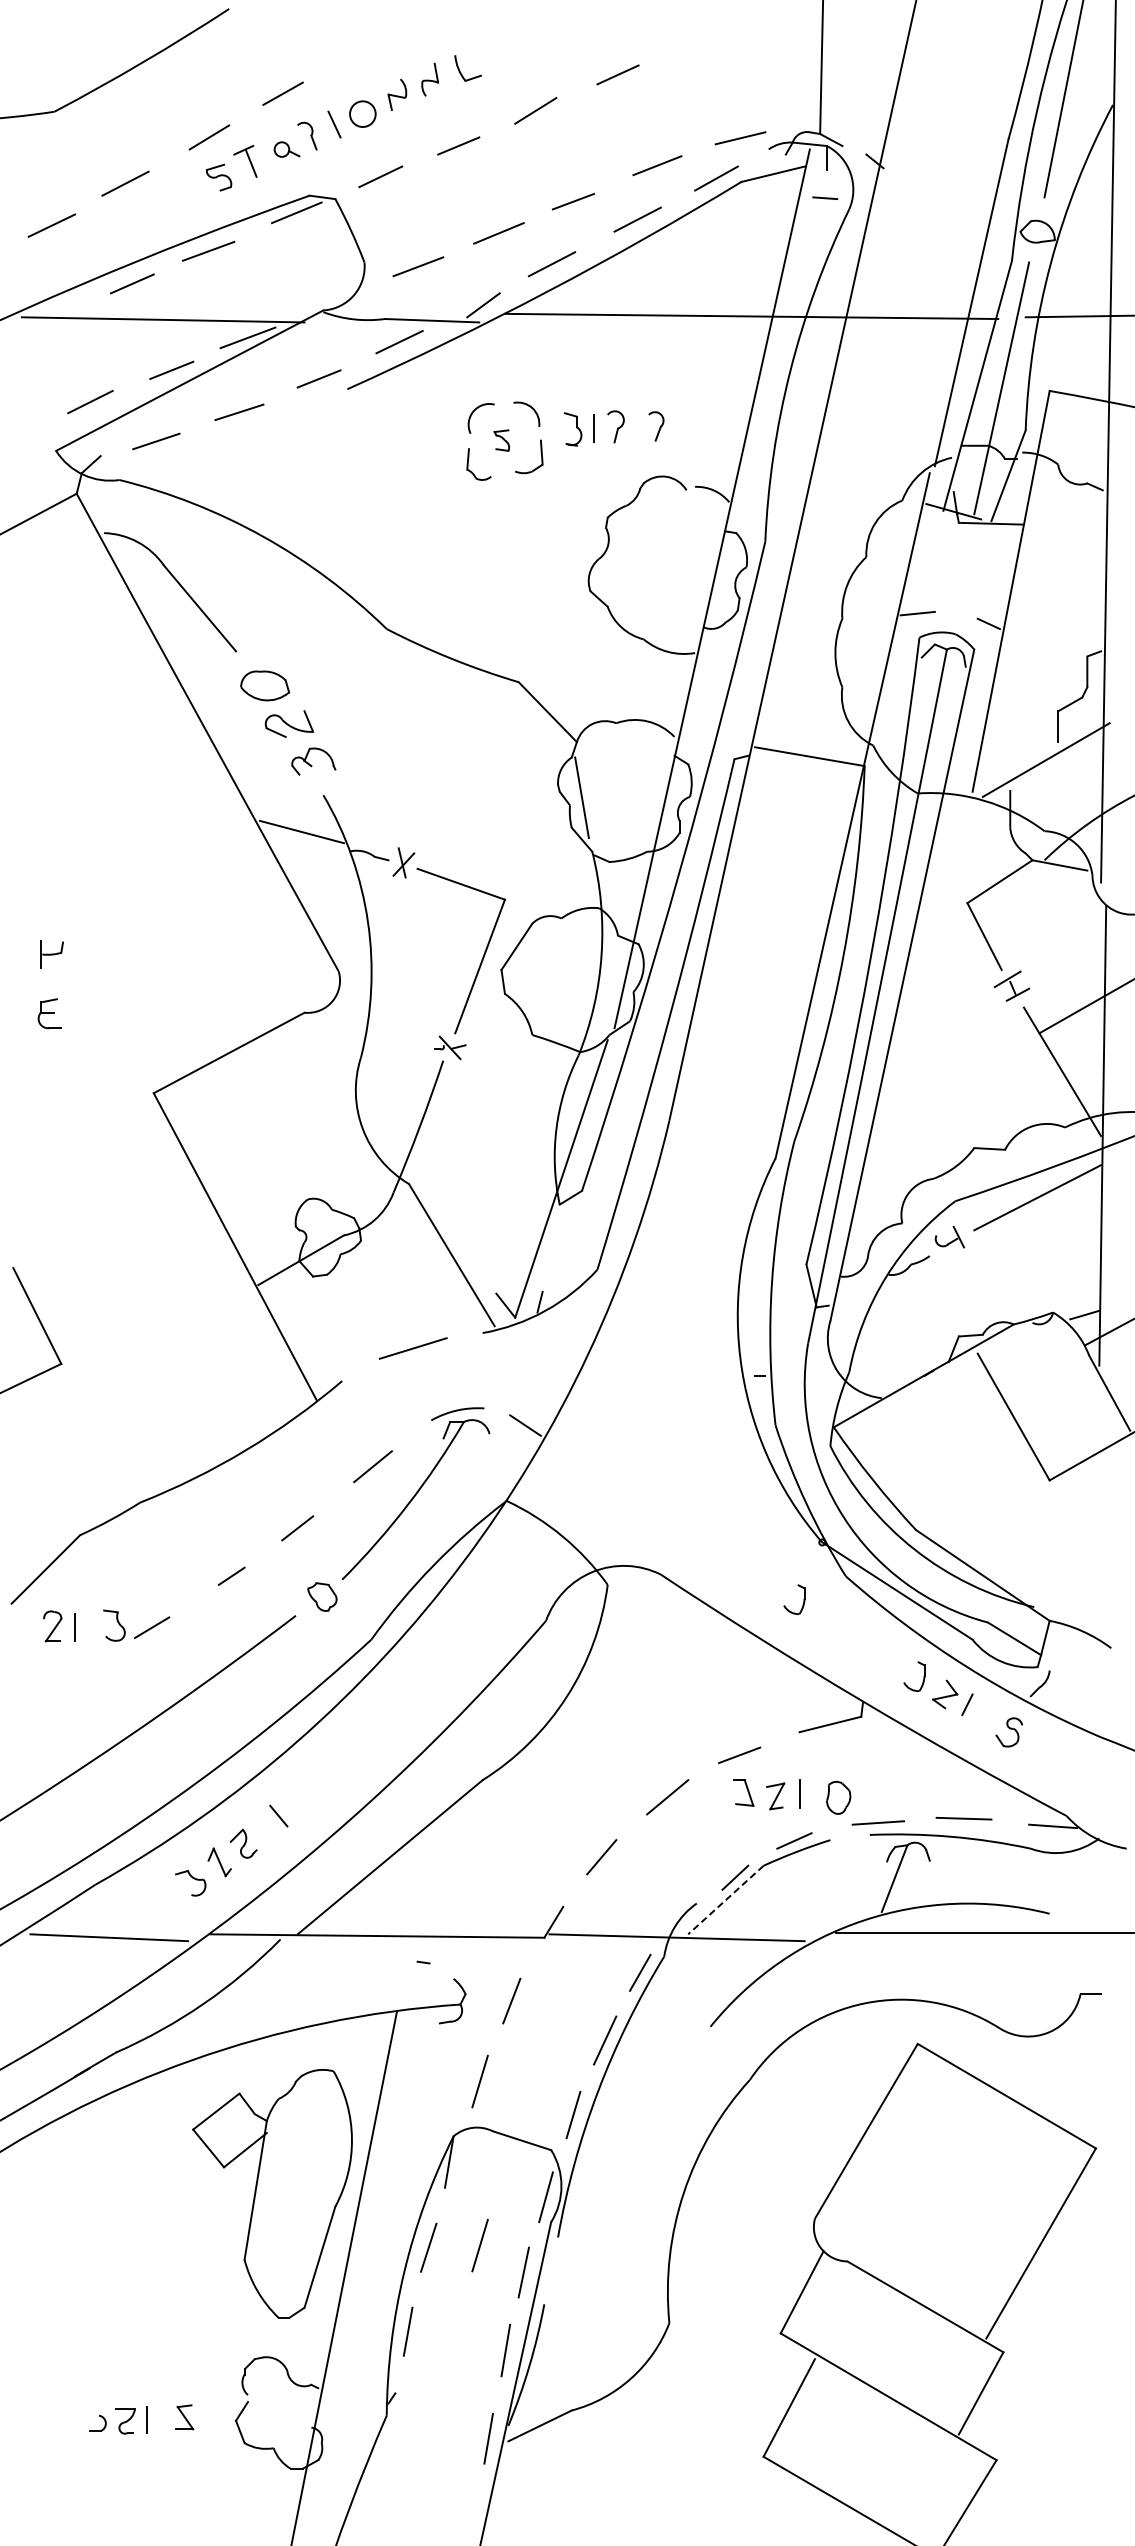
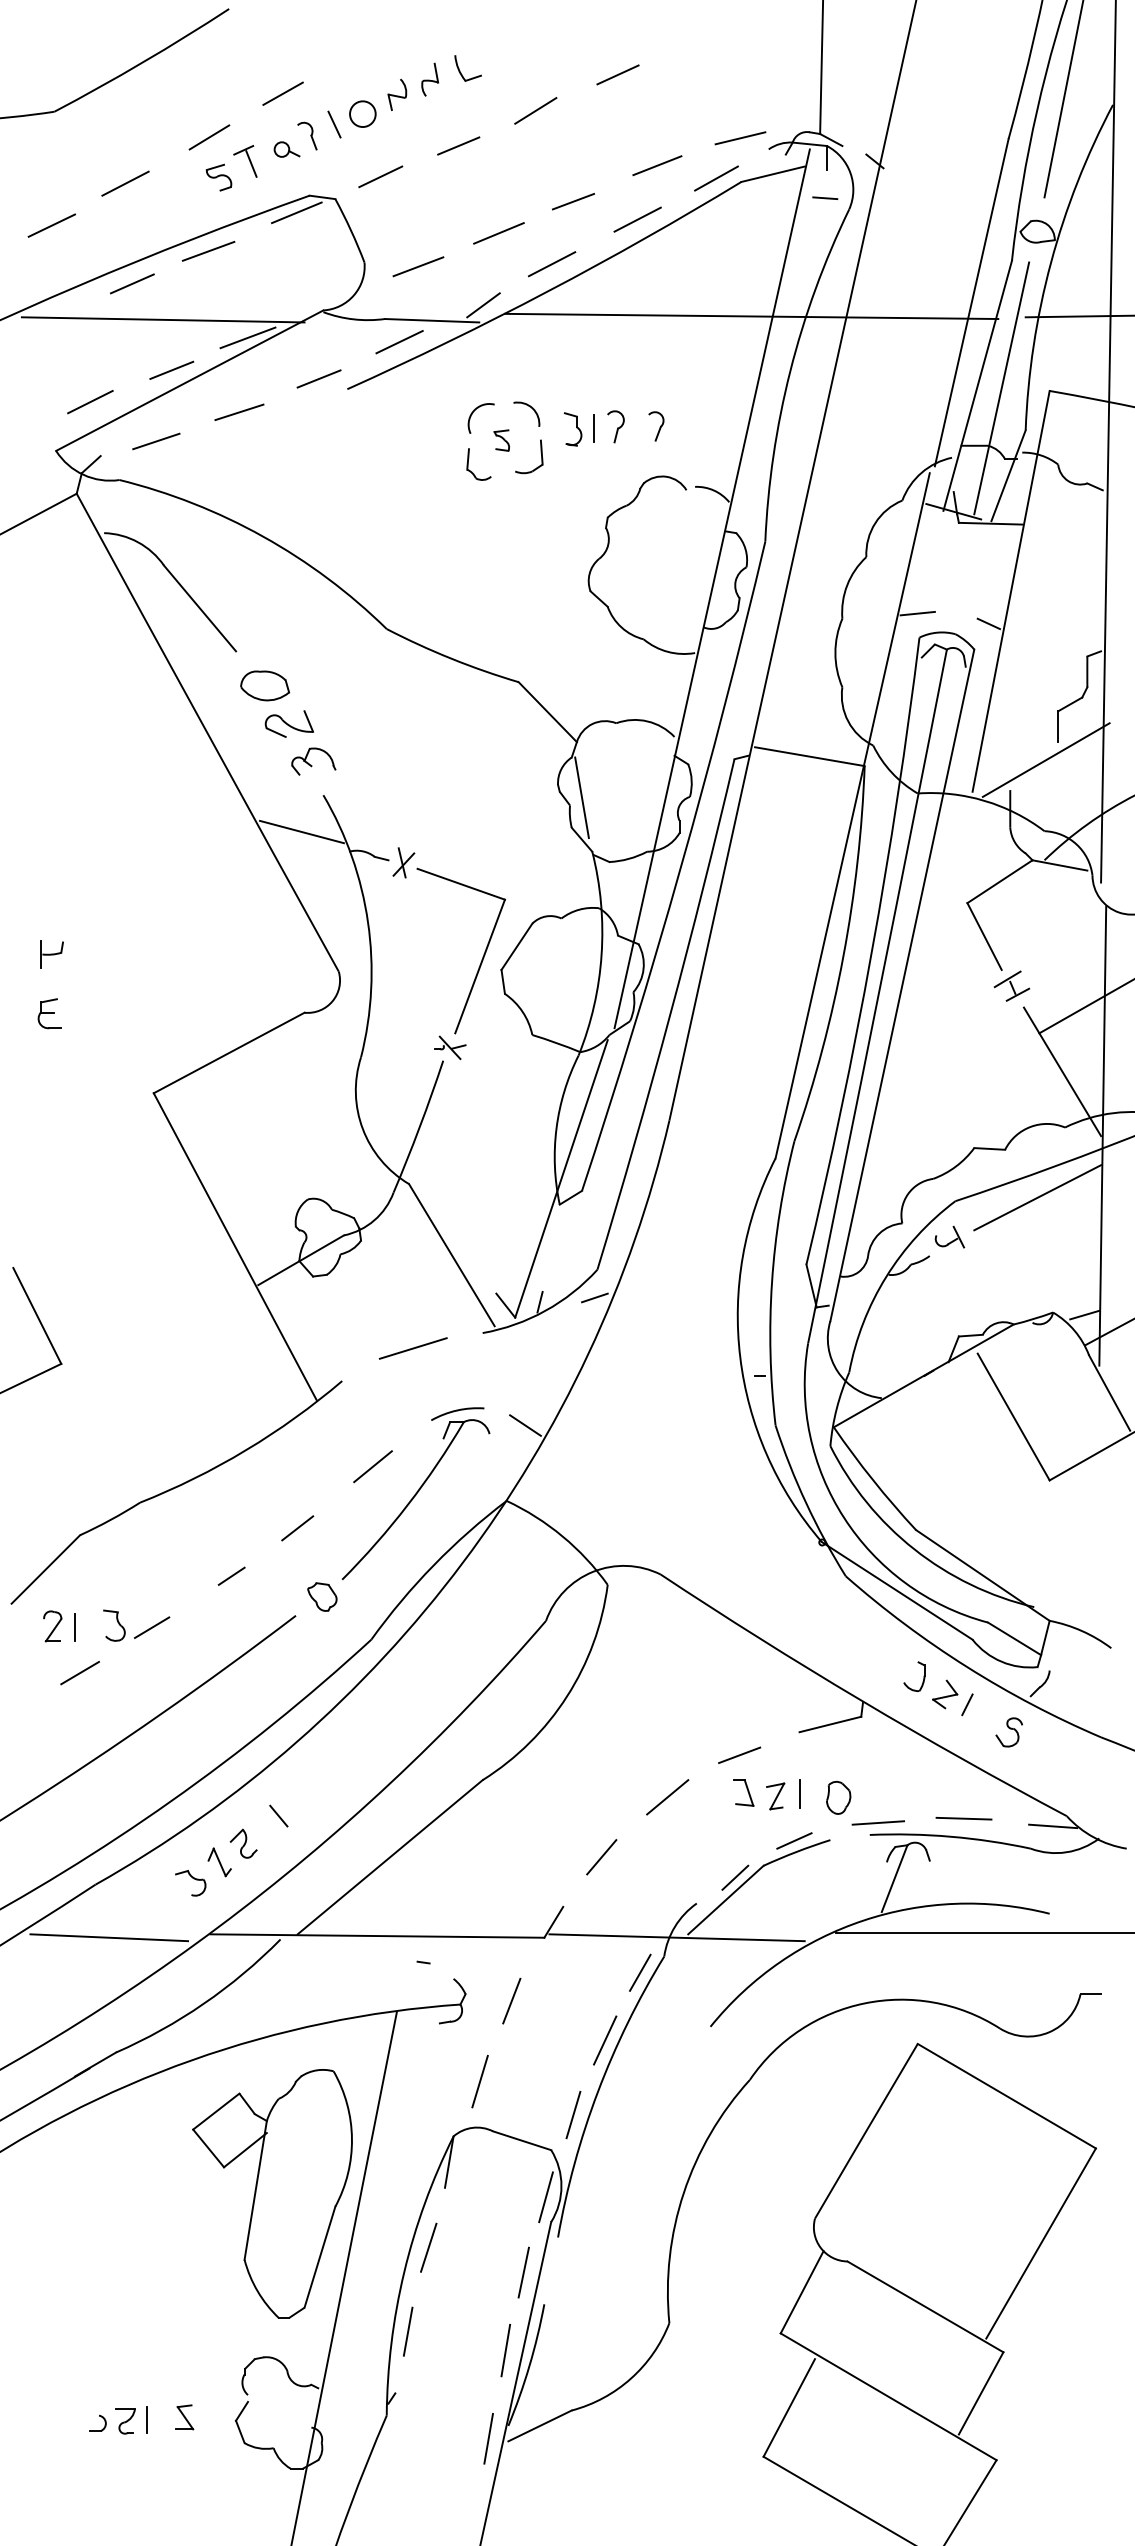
line at (594, 1297): none -> present
part at (803, 1599): present -> none
line at (79, 1672): none -> present
line at (725, 1900): dashed -> solid
line at (479, 2245): present -> none
